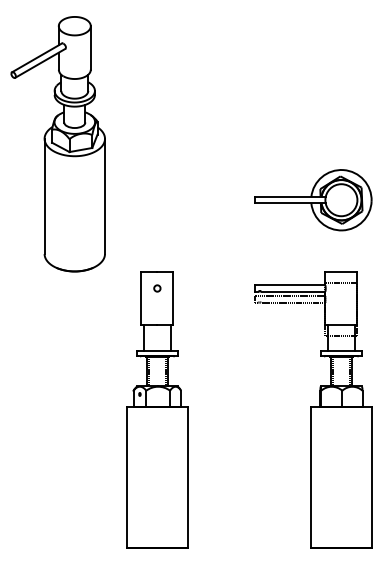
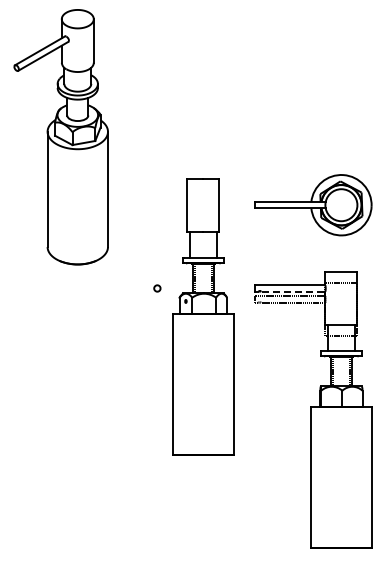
part at (57, 144) position: (57, 144) -> (60, 137)
part at (313, 200) position: (313, 200) -> (313, 205)
line at (293, 291): solid -> dashed
part at (157, 409) position: (157, 409) -> (203, 316)
